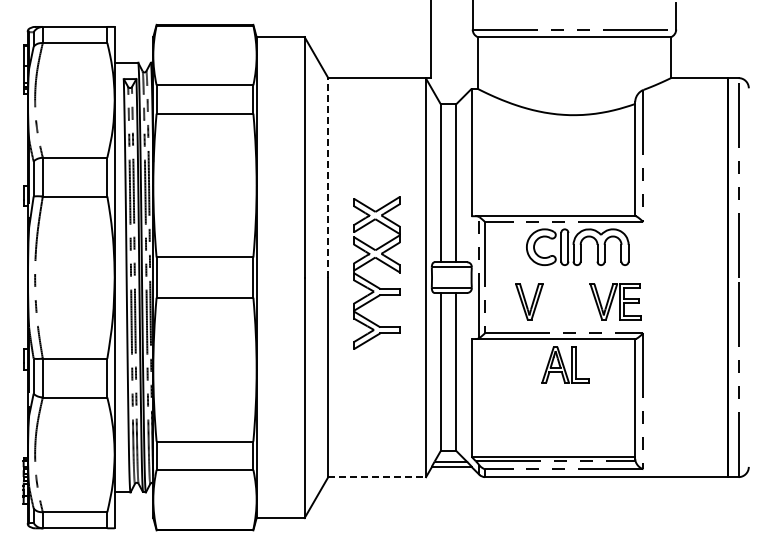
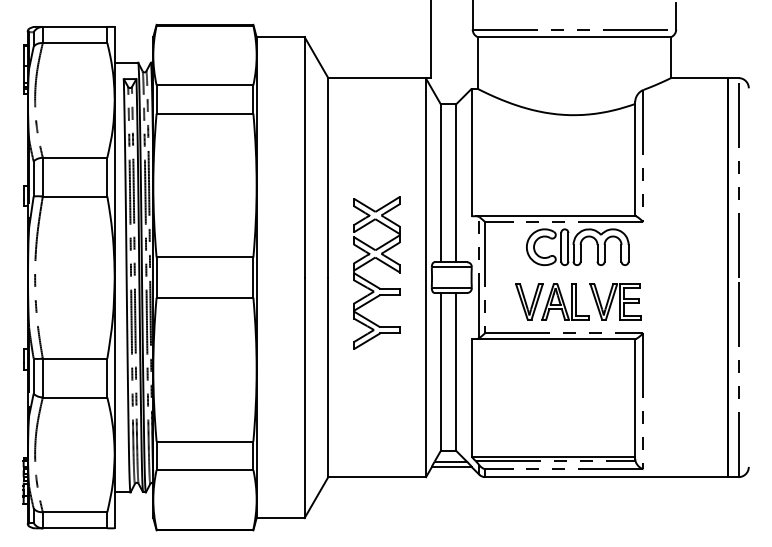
line at (328, 177): dashed -> solid
part at (565, 364) position: (565, 364) -> (565, 301)
line at (377, 477): dashed -> solid
